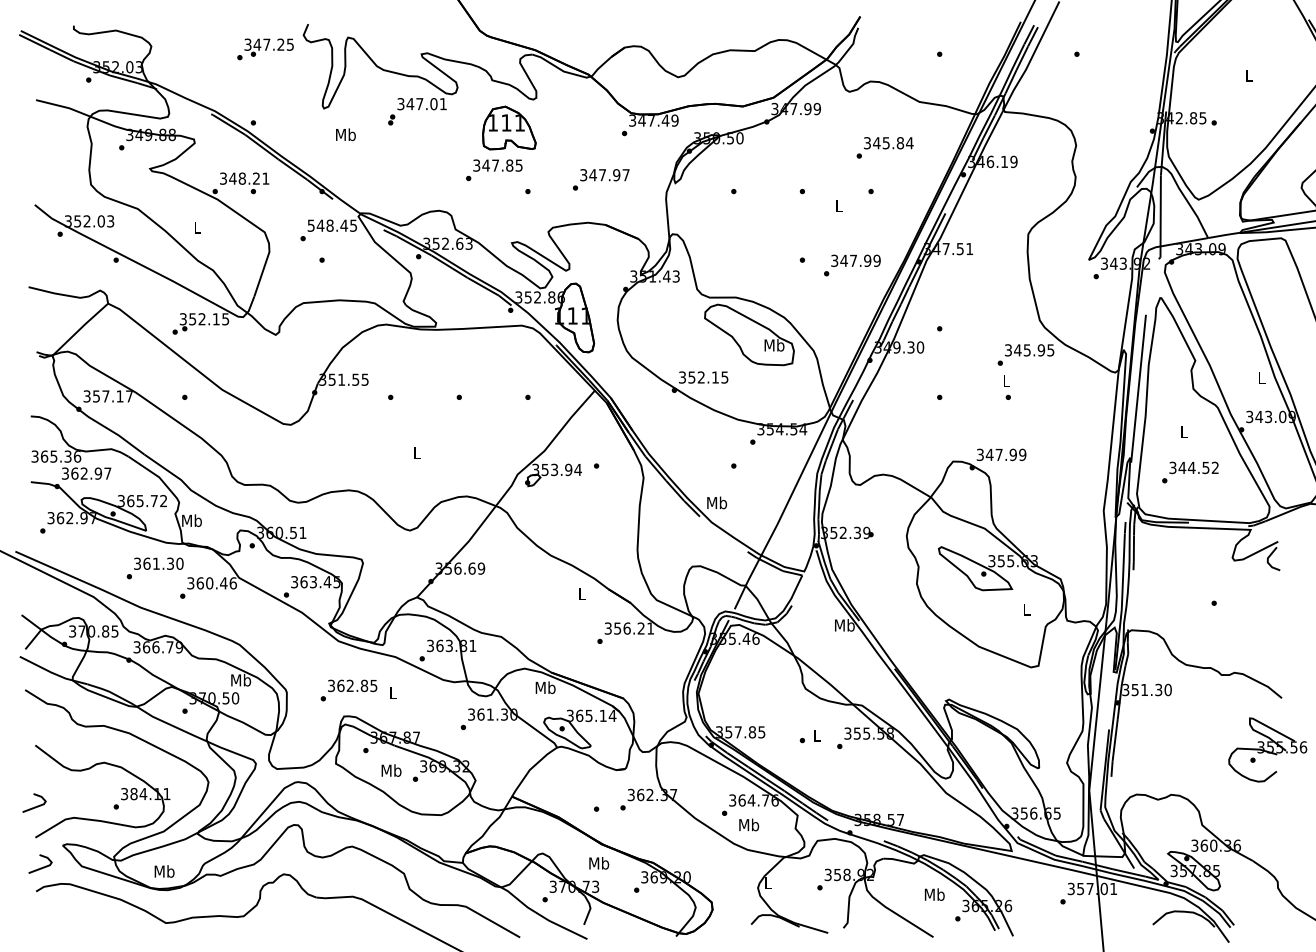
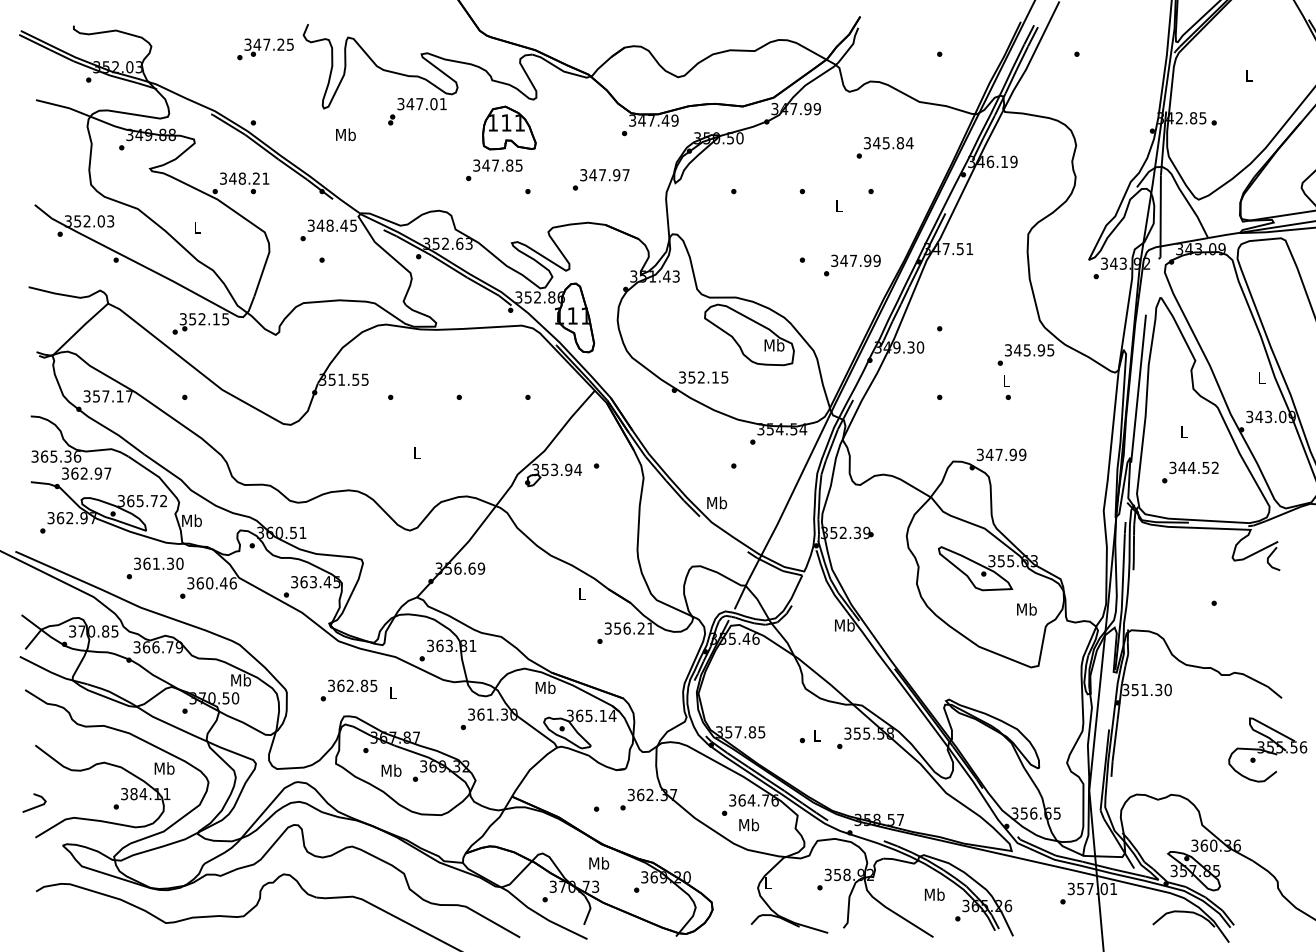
text at (311, 224): 548.45 -> 348.45
text at (1026, 609): L -> Mb
line at (40, 867): present -> none
text at (164, 871) position: (164, 871) -> (164, 768)
